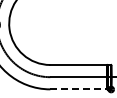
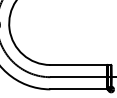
line at (78, 89): dashed -> solid
